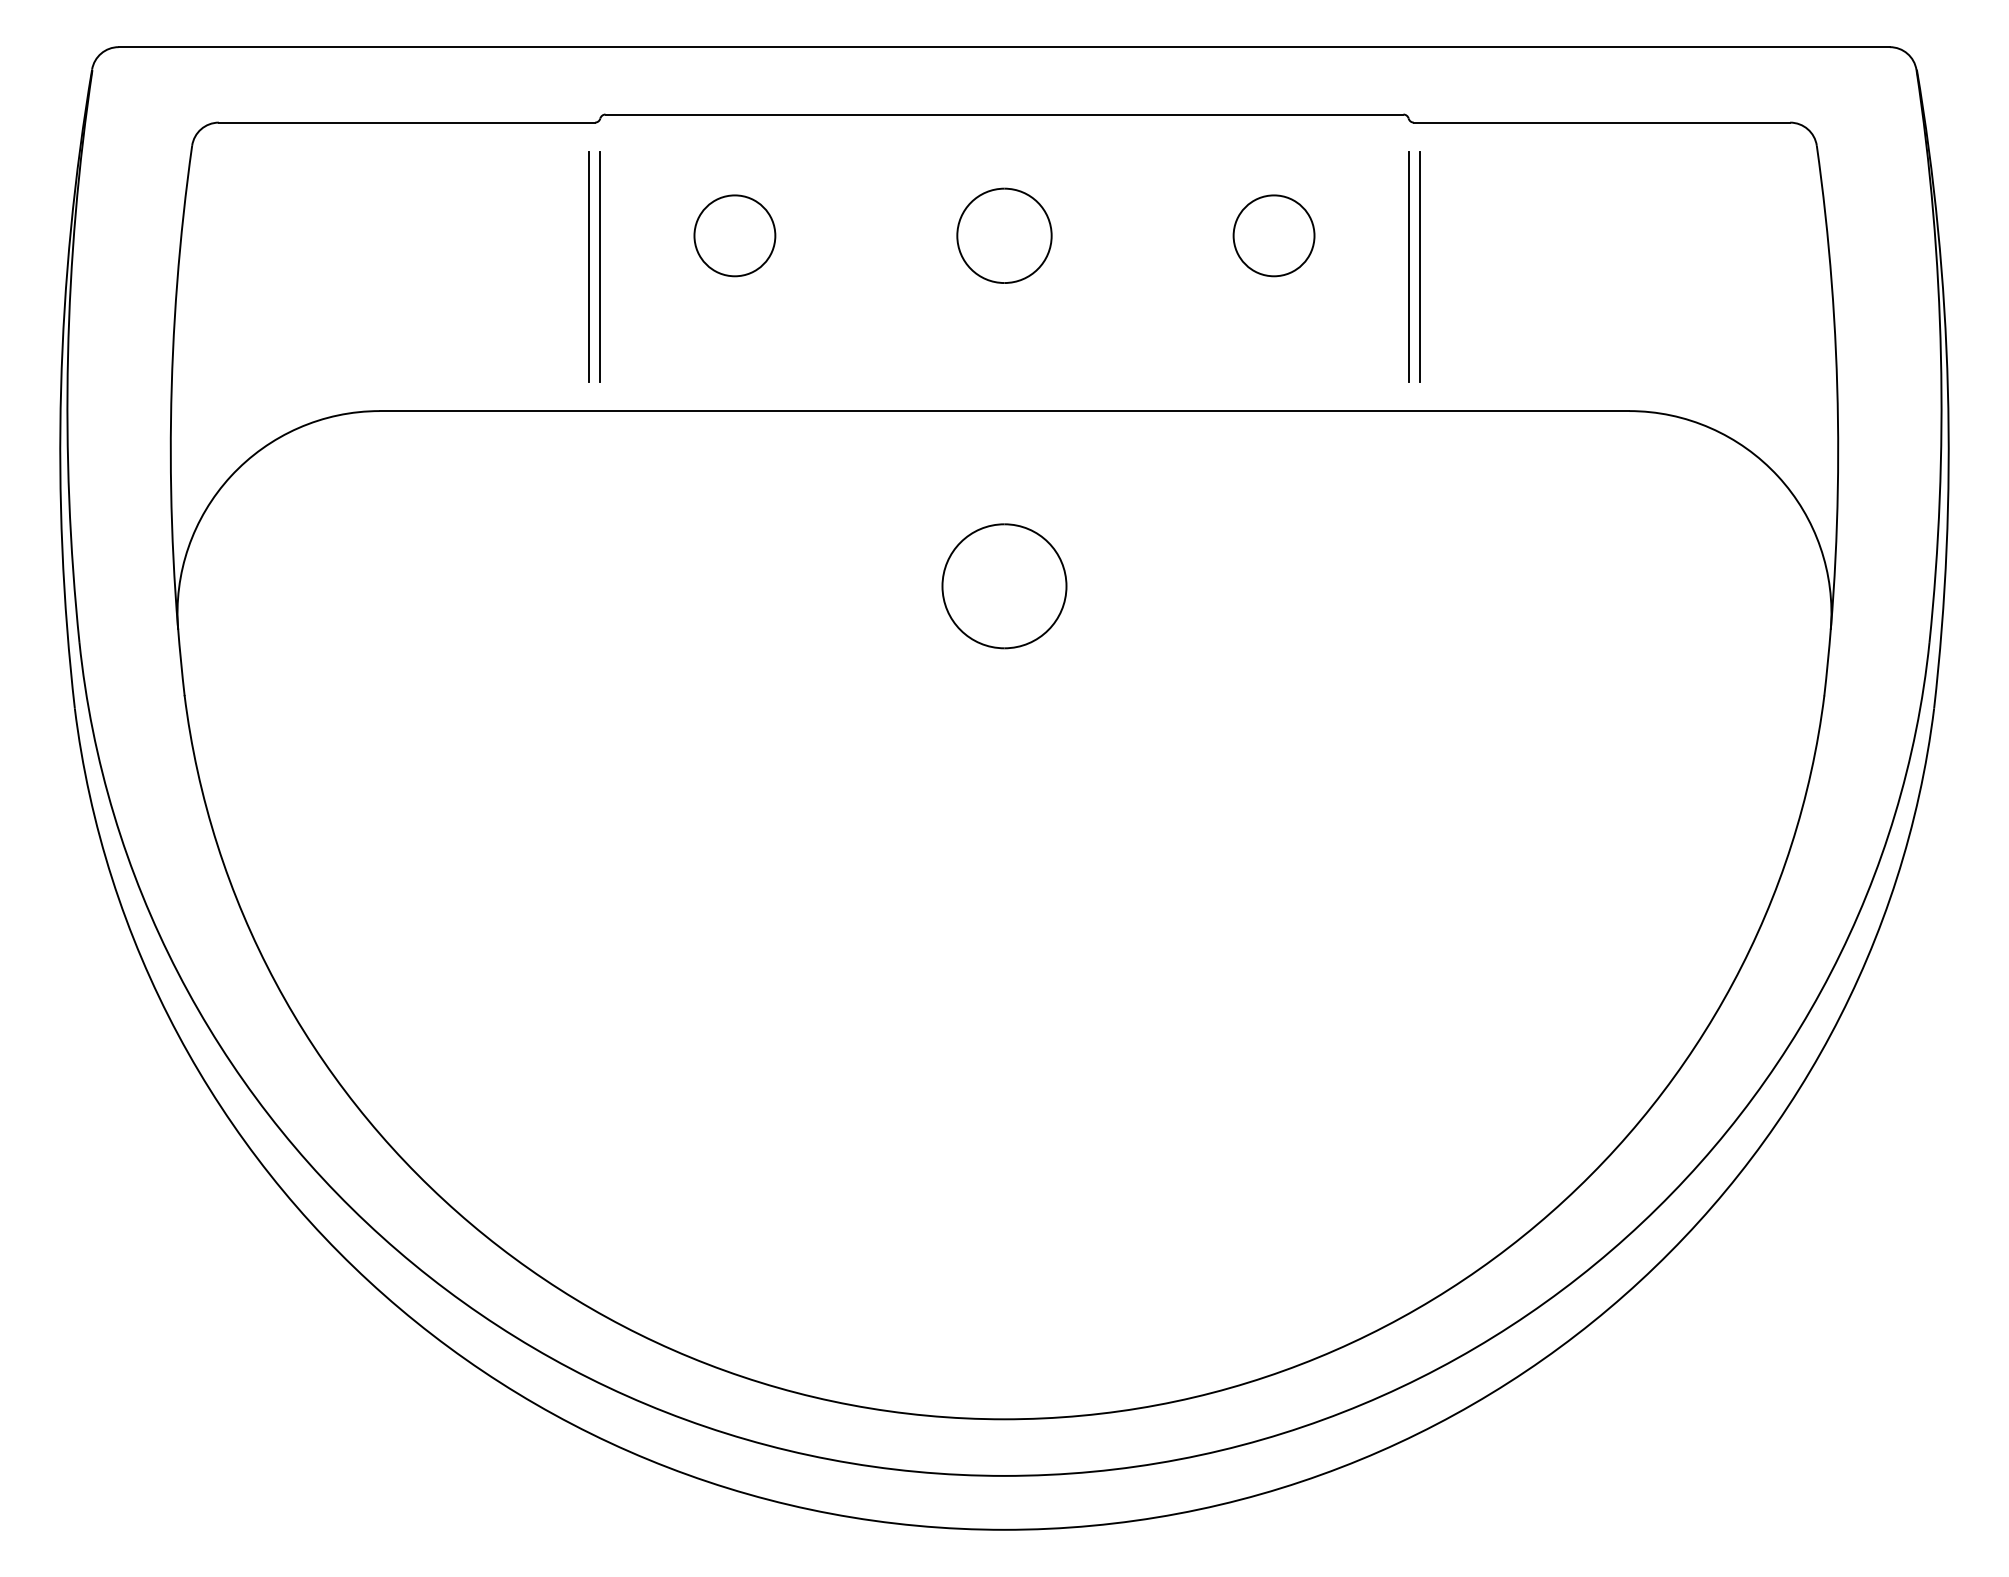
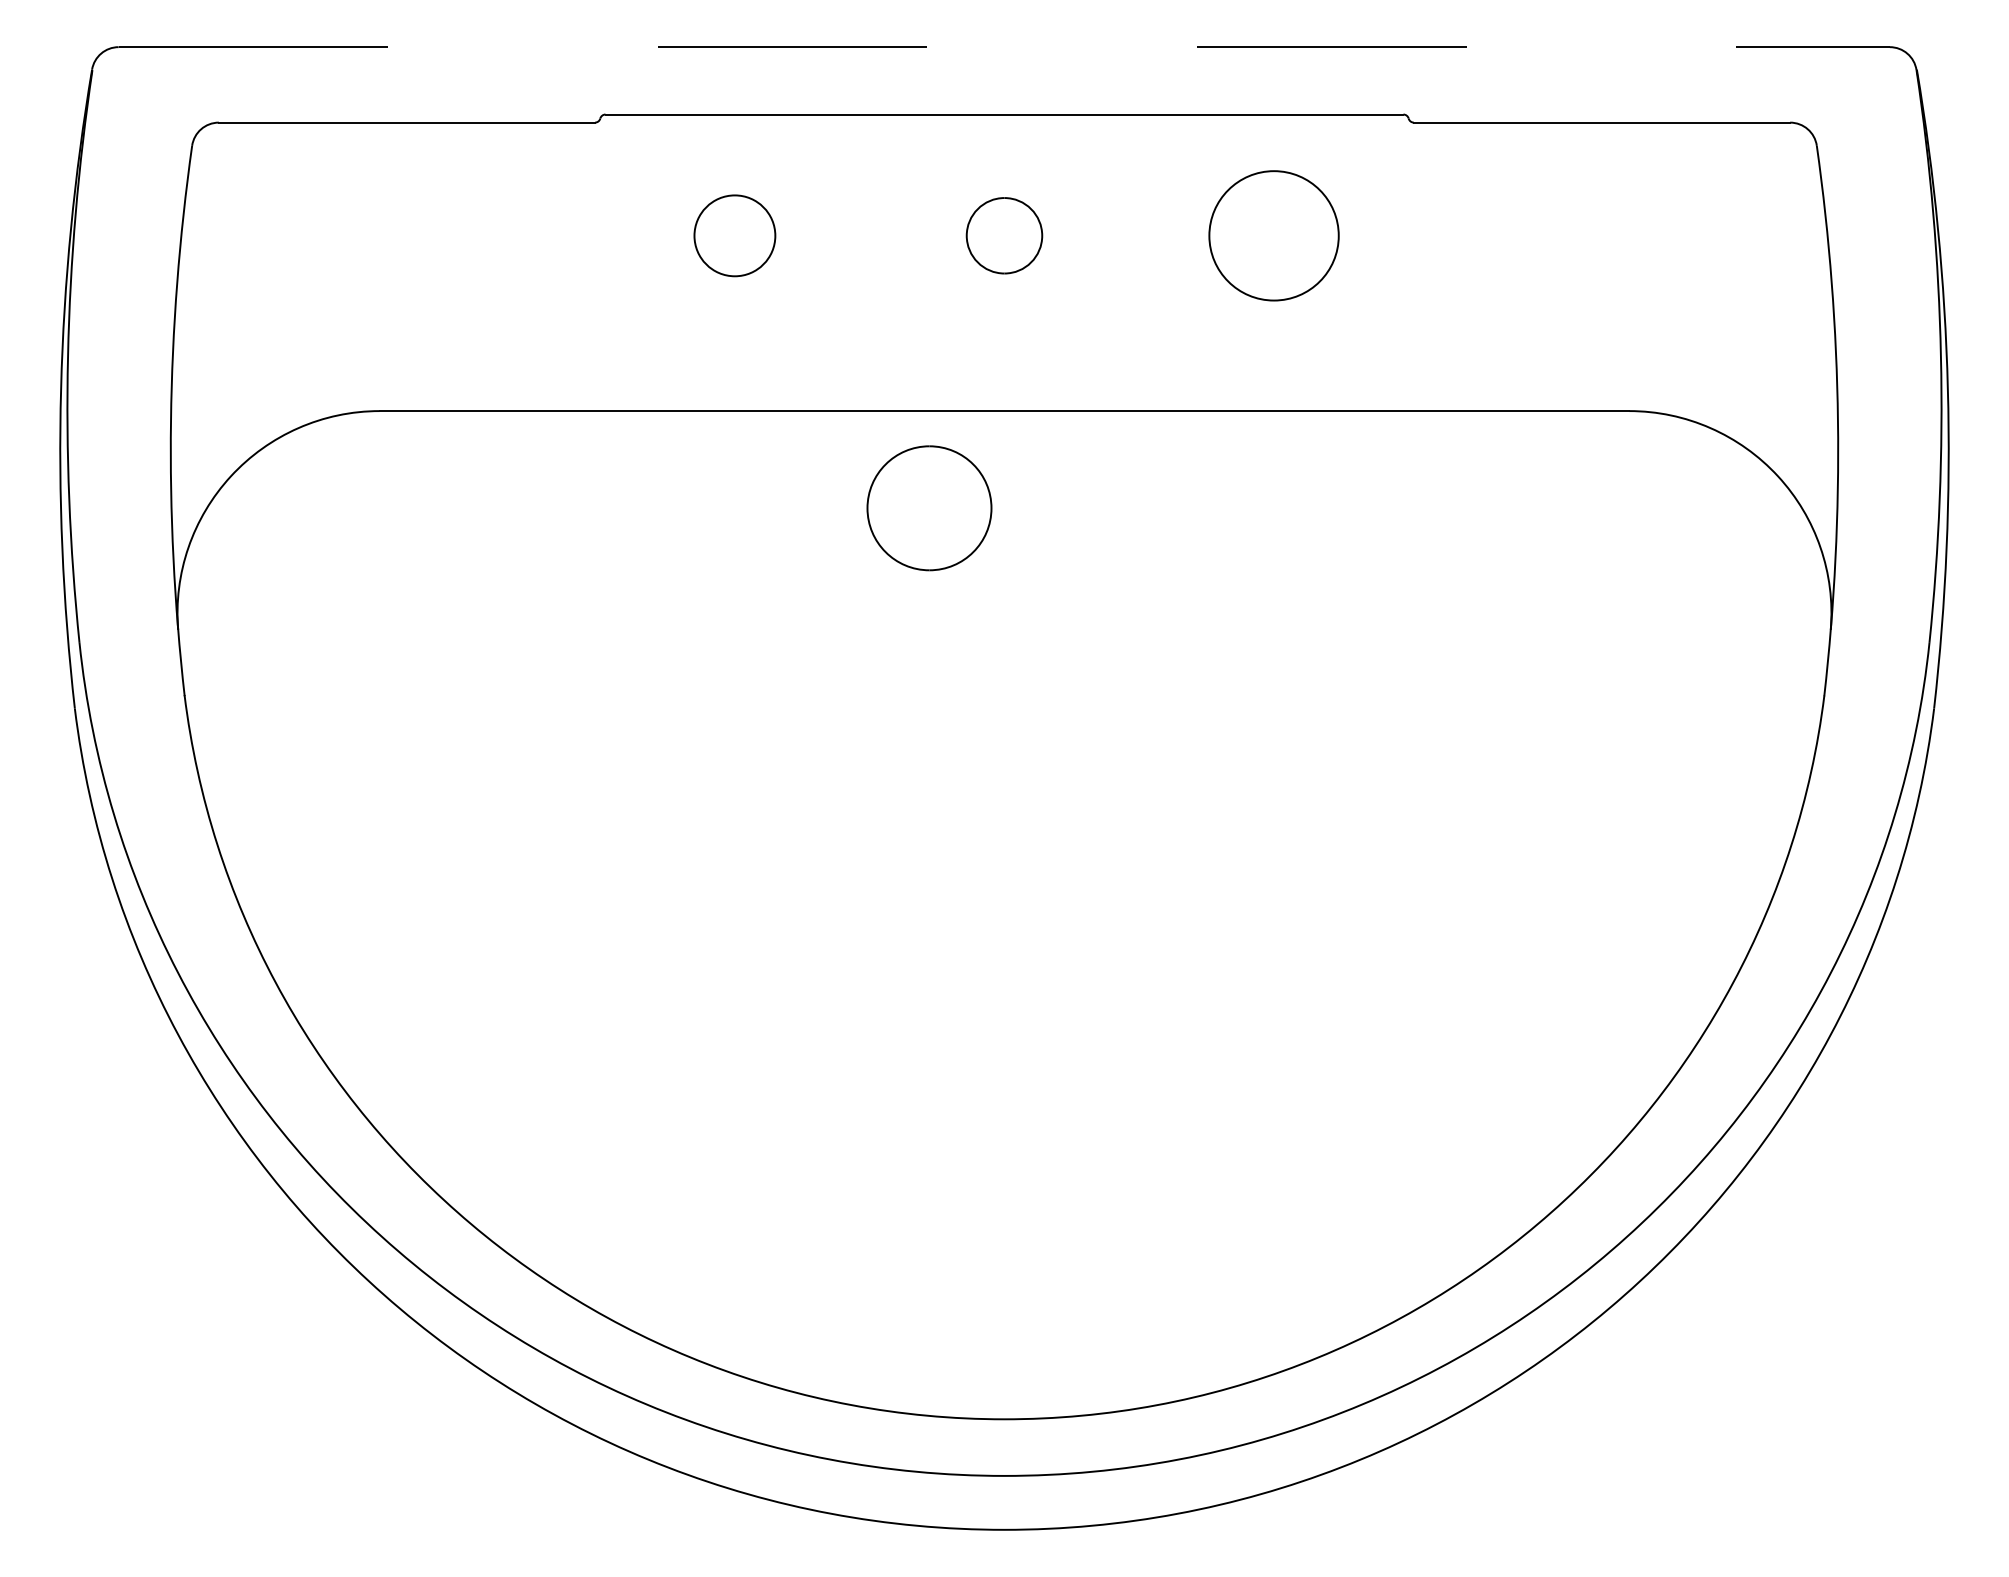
line at (1004, 47): solid -> dashed
part at (1004, 235) size: 97x97 px -> 79x78 px
circle at (1273, 235) diameter: 81 px -> 129 px
line at (589, 266): present -> none
line at (599, 266): present -> none
line at (1408, 266): present -> none
line at (1419, 266): present -> none
part at (1004, 586) position: (1004, 586) -> (929, 508)
